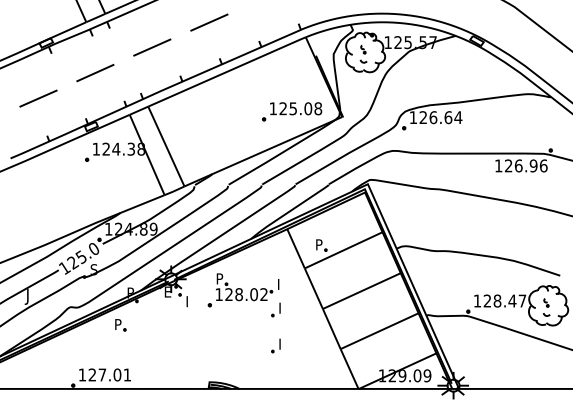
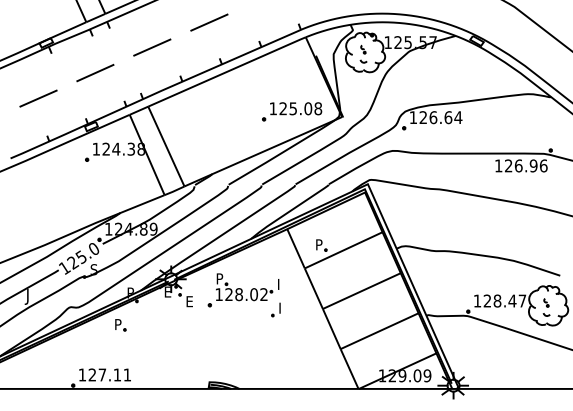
text at (190, 301): I -> E
part at (275, 345): present -> none
text at (117, 374): 127.01 -> 127.11
